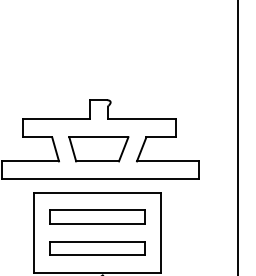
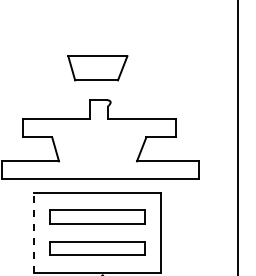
part at (98, 149) position: (98, 149) -> (97, 68)
line at (34, 232): solid -> dashed
